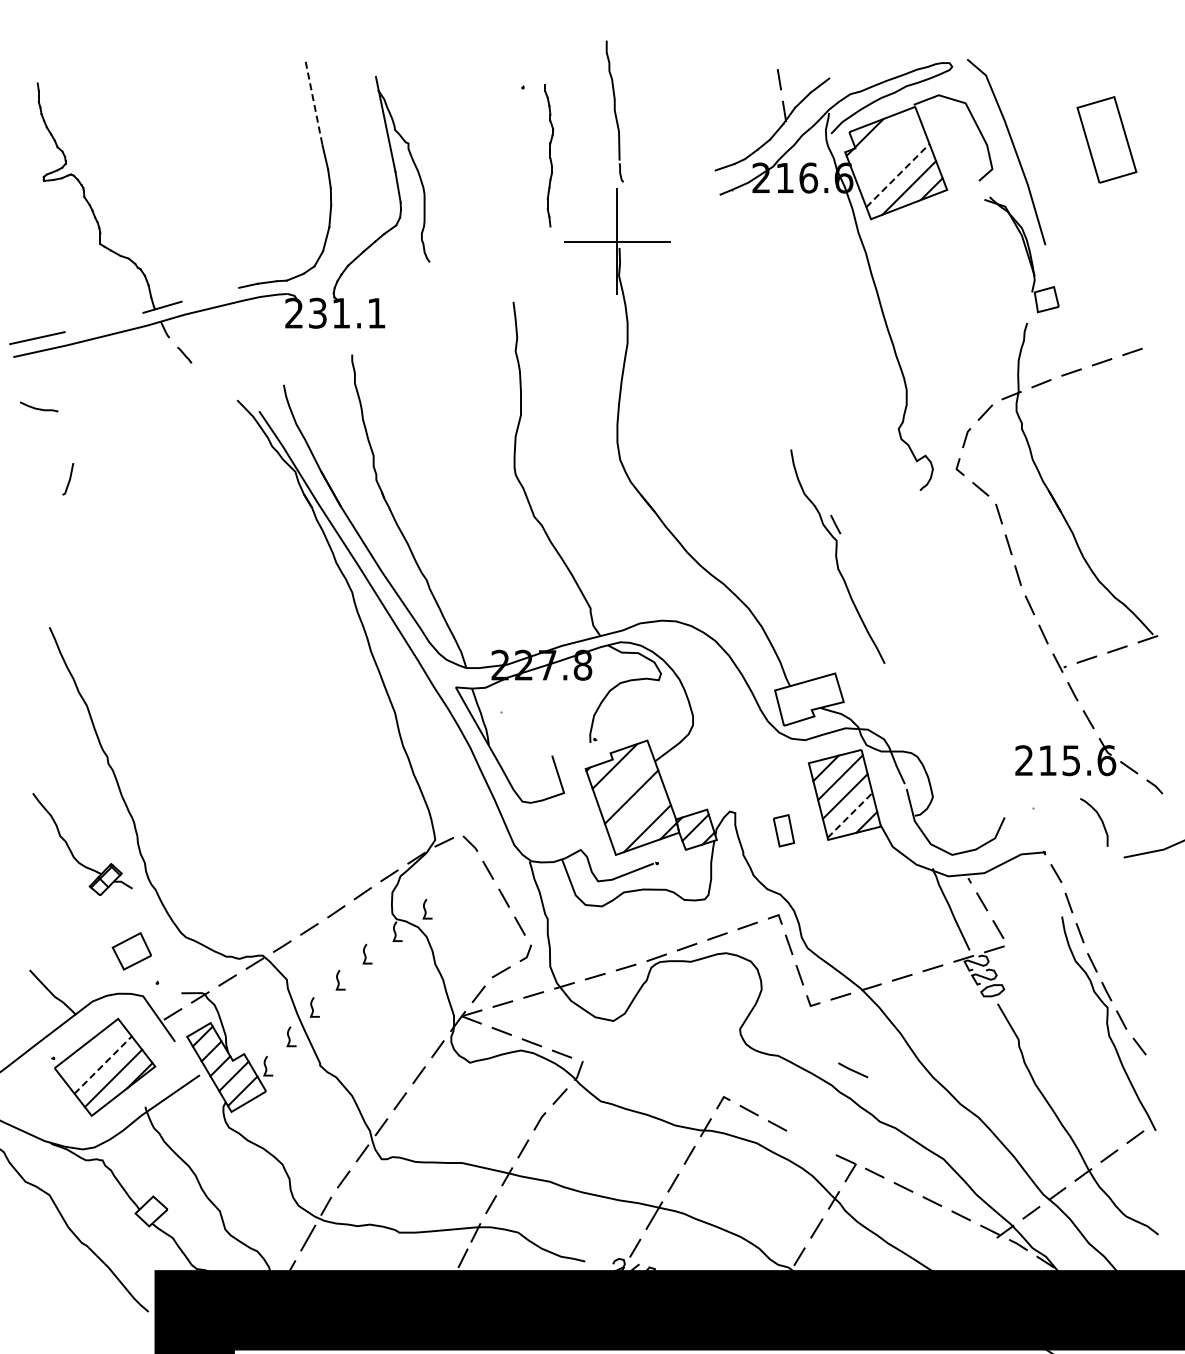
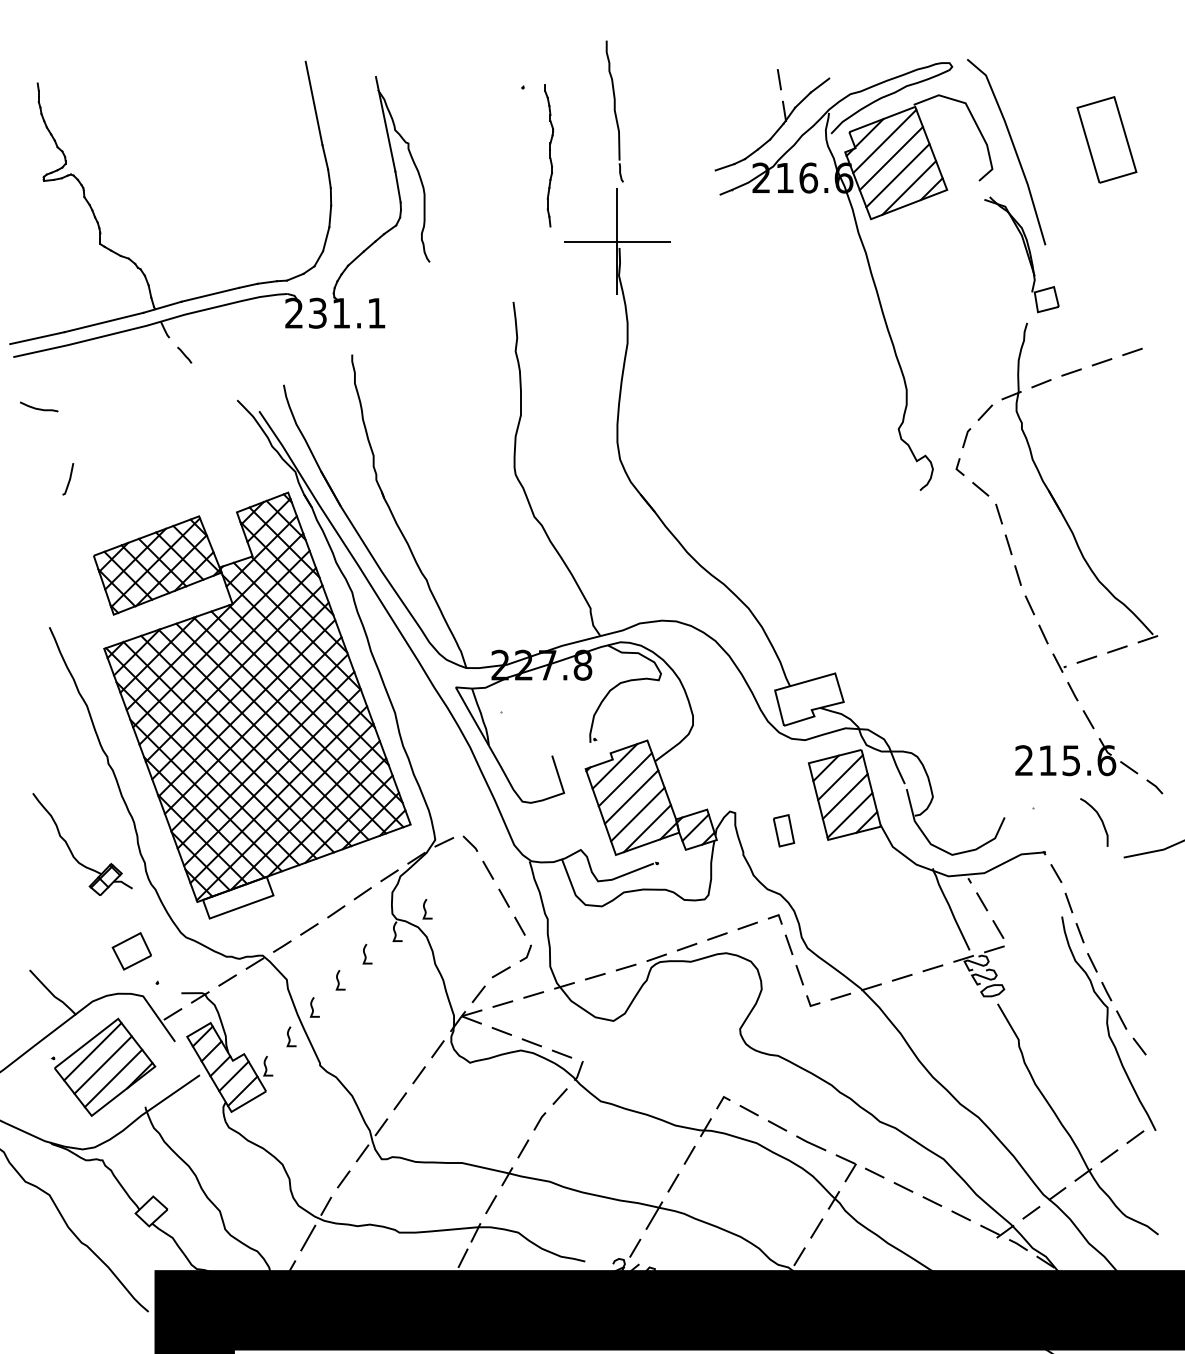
line at (314, 103): dashed -> solid
line at (884, 141): none -> present
line at (890, 158): none -> present
line at (897, 175): dashed -> solid
line at (210, 294): none -> present
line at (103, 322): none -> present
part at (837, 556): present -> none
part at (252, 705): none -> present
line at (624, 779): none -> present
line at (637, 814): none -> present
line at (850, 815): dashed -> solid
line at (92, 1051): none -> present
line at (103, 1065): dashed -> solid
line at (853, 1070) position: (853, 1070) -> (811, 1143)
